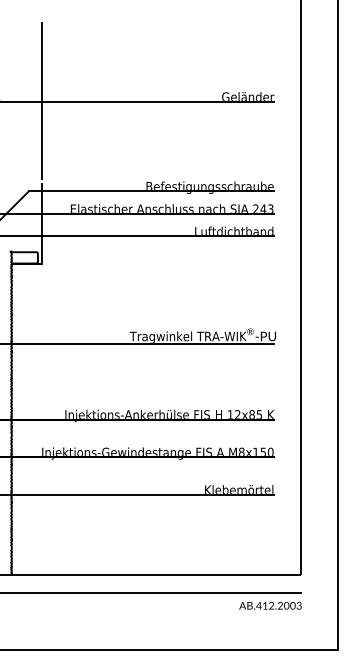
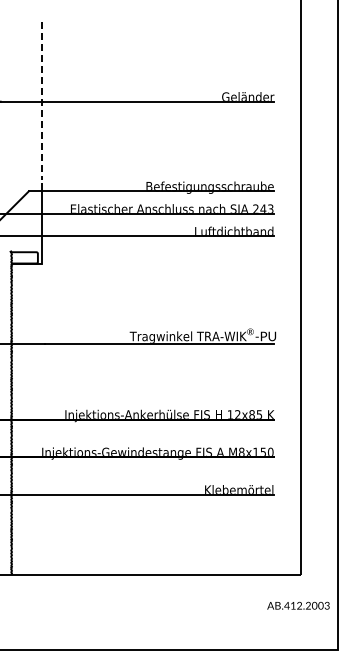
line at (42, 101): solid -> dashed
line at (151, 593): present -> none
text at (270, 605) position: (270, 605) -> (298, 605)
